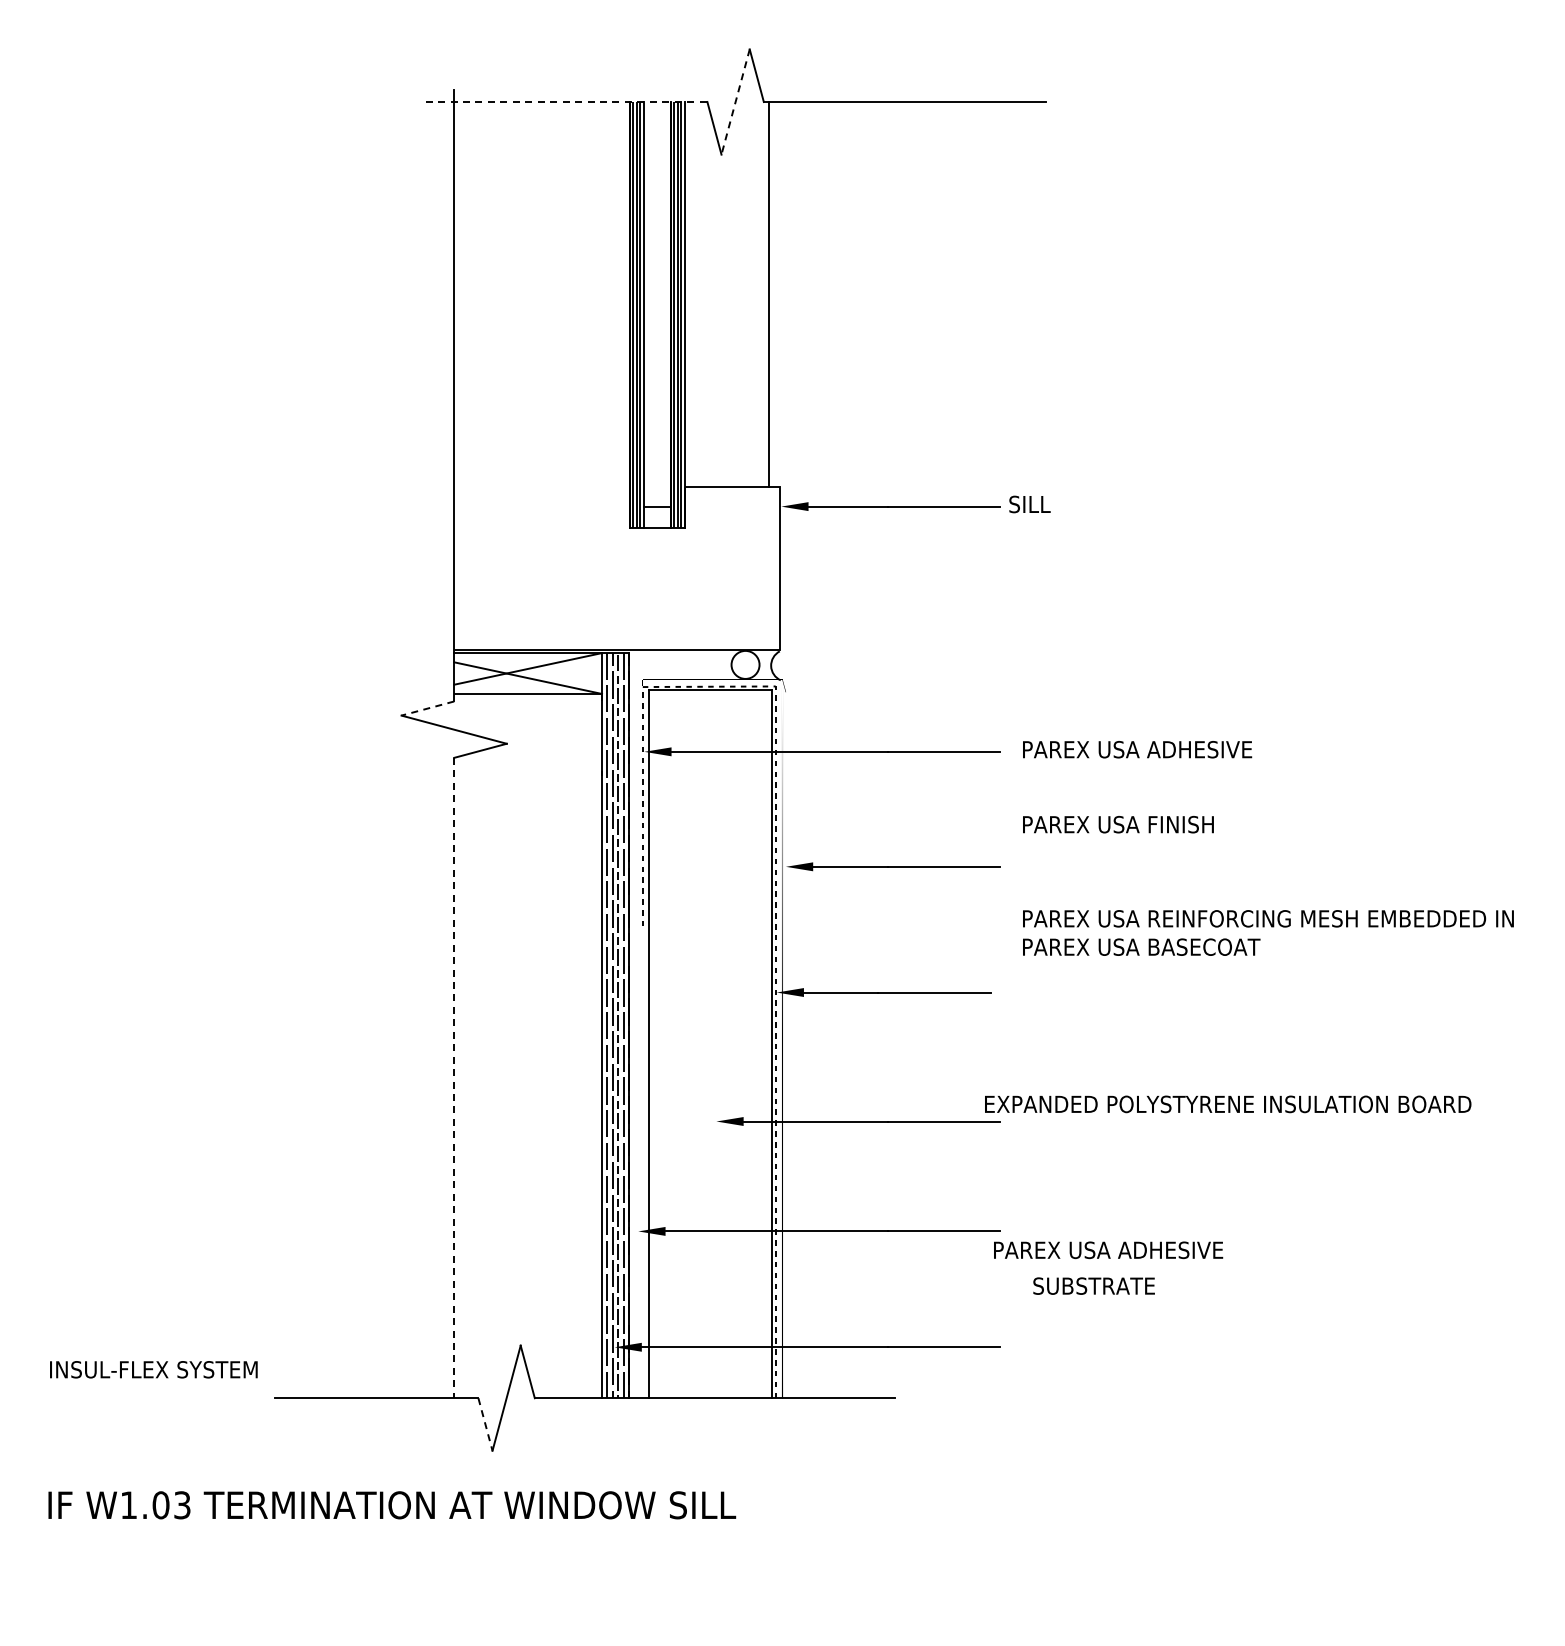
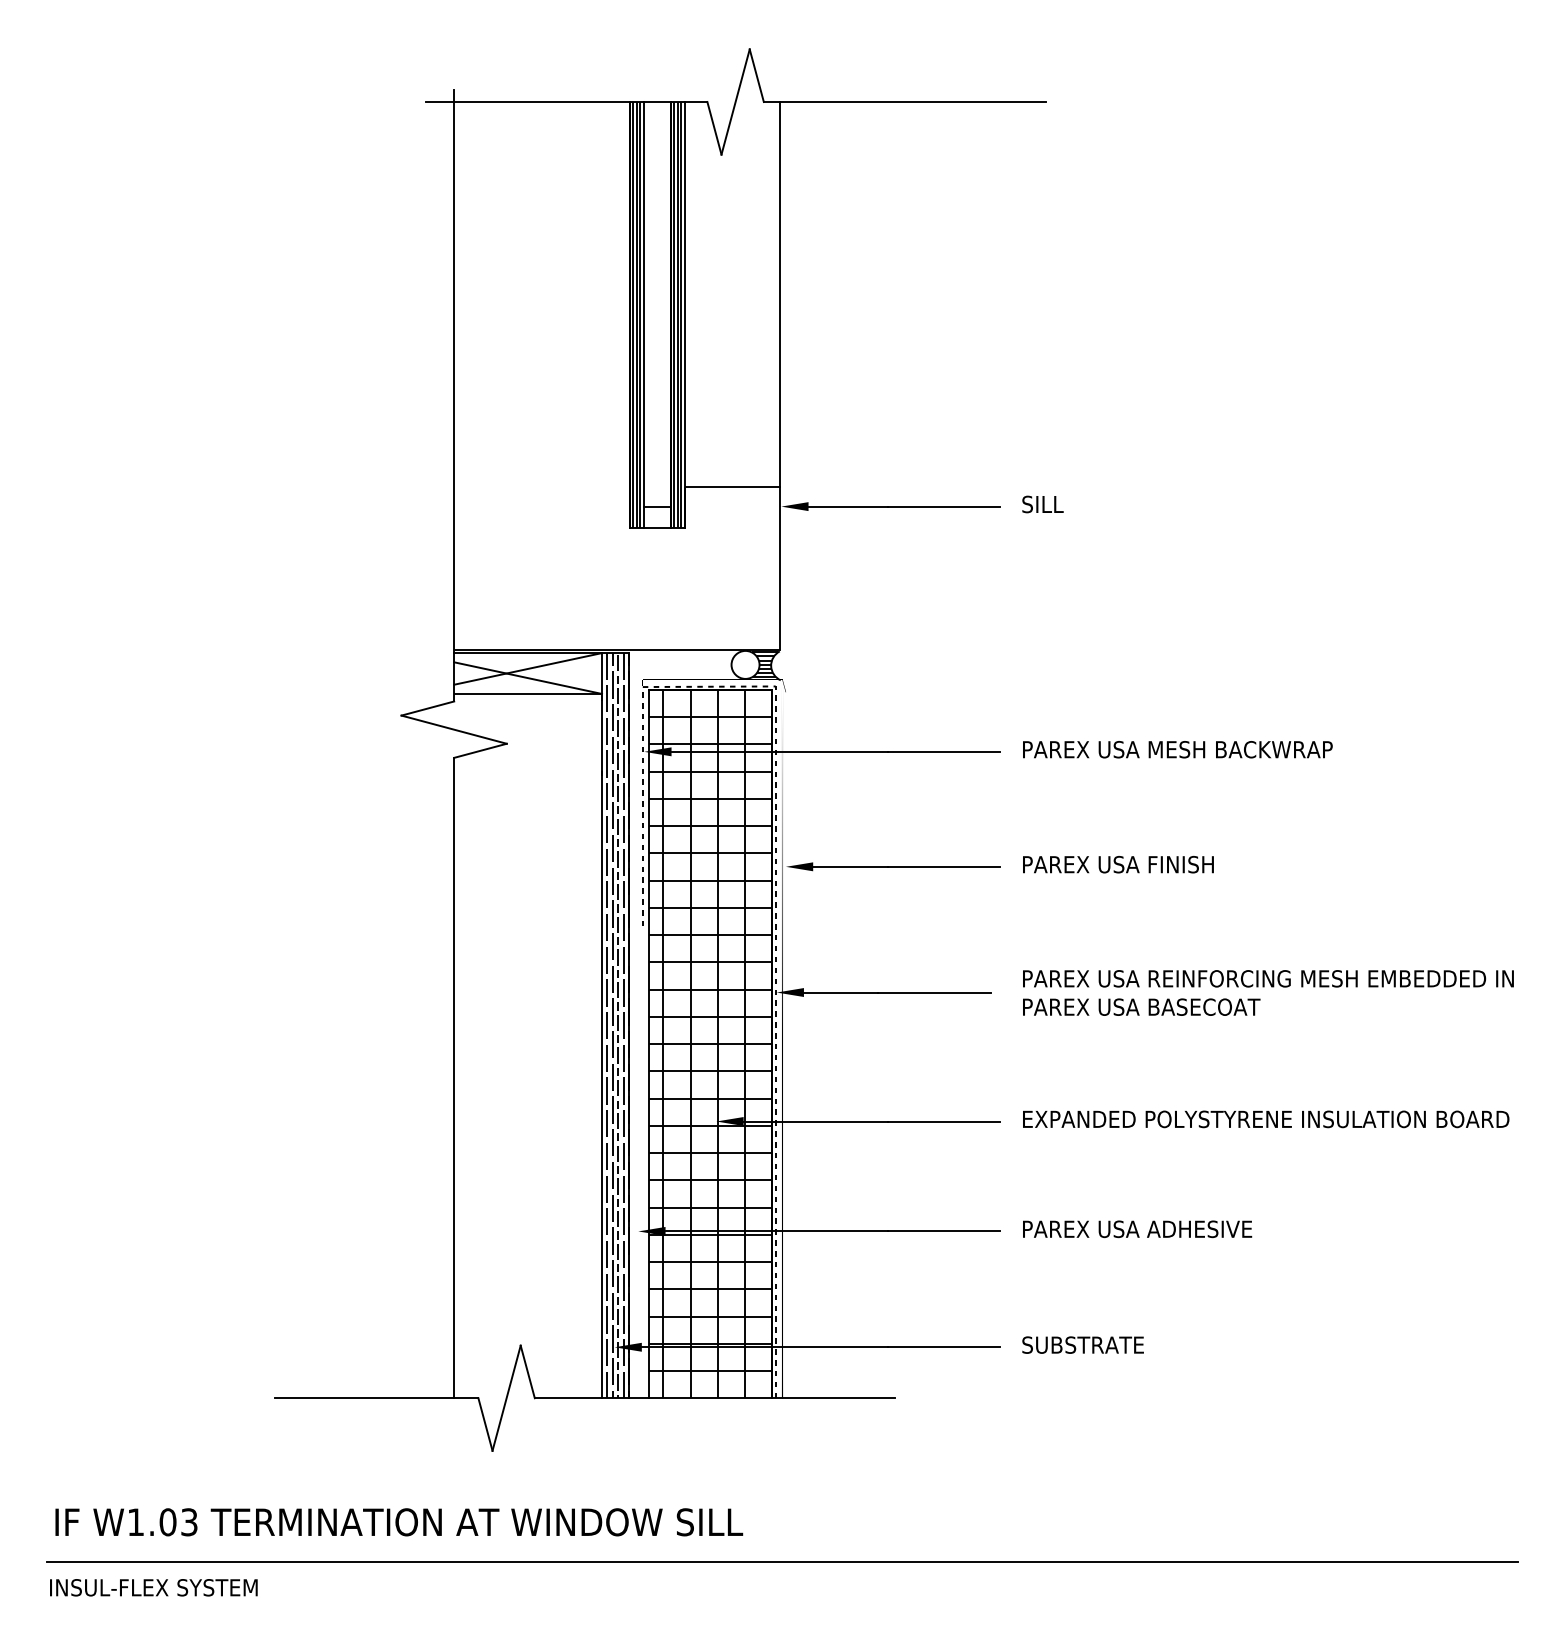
line at (566, 102): dashed -> solid
line at (735, 102): dashed -> solid
line at (768, 294) position: (768, 294) -> (779, 294)
text at (1029, 504) position: (1029, 504) -> (1042, 504)
hatch at (764, 664): none -> present
line at (427, 708): dashed -> solid
text at (1239, 749): PAREX USA ADHESIVE -> PAREX USA MESH BACKWRAP
text at (1118, 824) position: (1118, 824) -> (1118, 864)
text at (1268, 932) position: (1268, 932) -> (1268, 992)
hatch at (710, 1043): none -> present
line at (454, 1078): dashed -> solid
text at (1228, 1104) position: (1228, 1104) -> (1266, 1119)
text at (1108, 1250) position: (1108, 1250) -> (1137, 1229)
text at (1093, 1285) position: (1093, 1285) -> (1082, 1344)
text at (153, 1369) position: (153, 1369) -> (153, 1587)
line at (485, 1425): dashed -> solid
text at (392, 1505) position: (392, 1505) -> (399, 1522)
line at (782, 1561): none -> present
